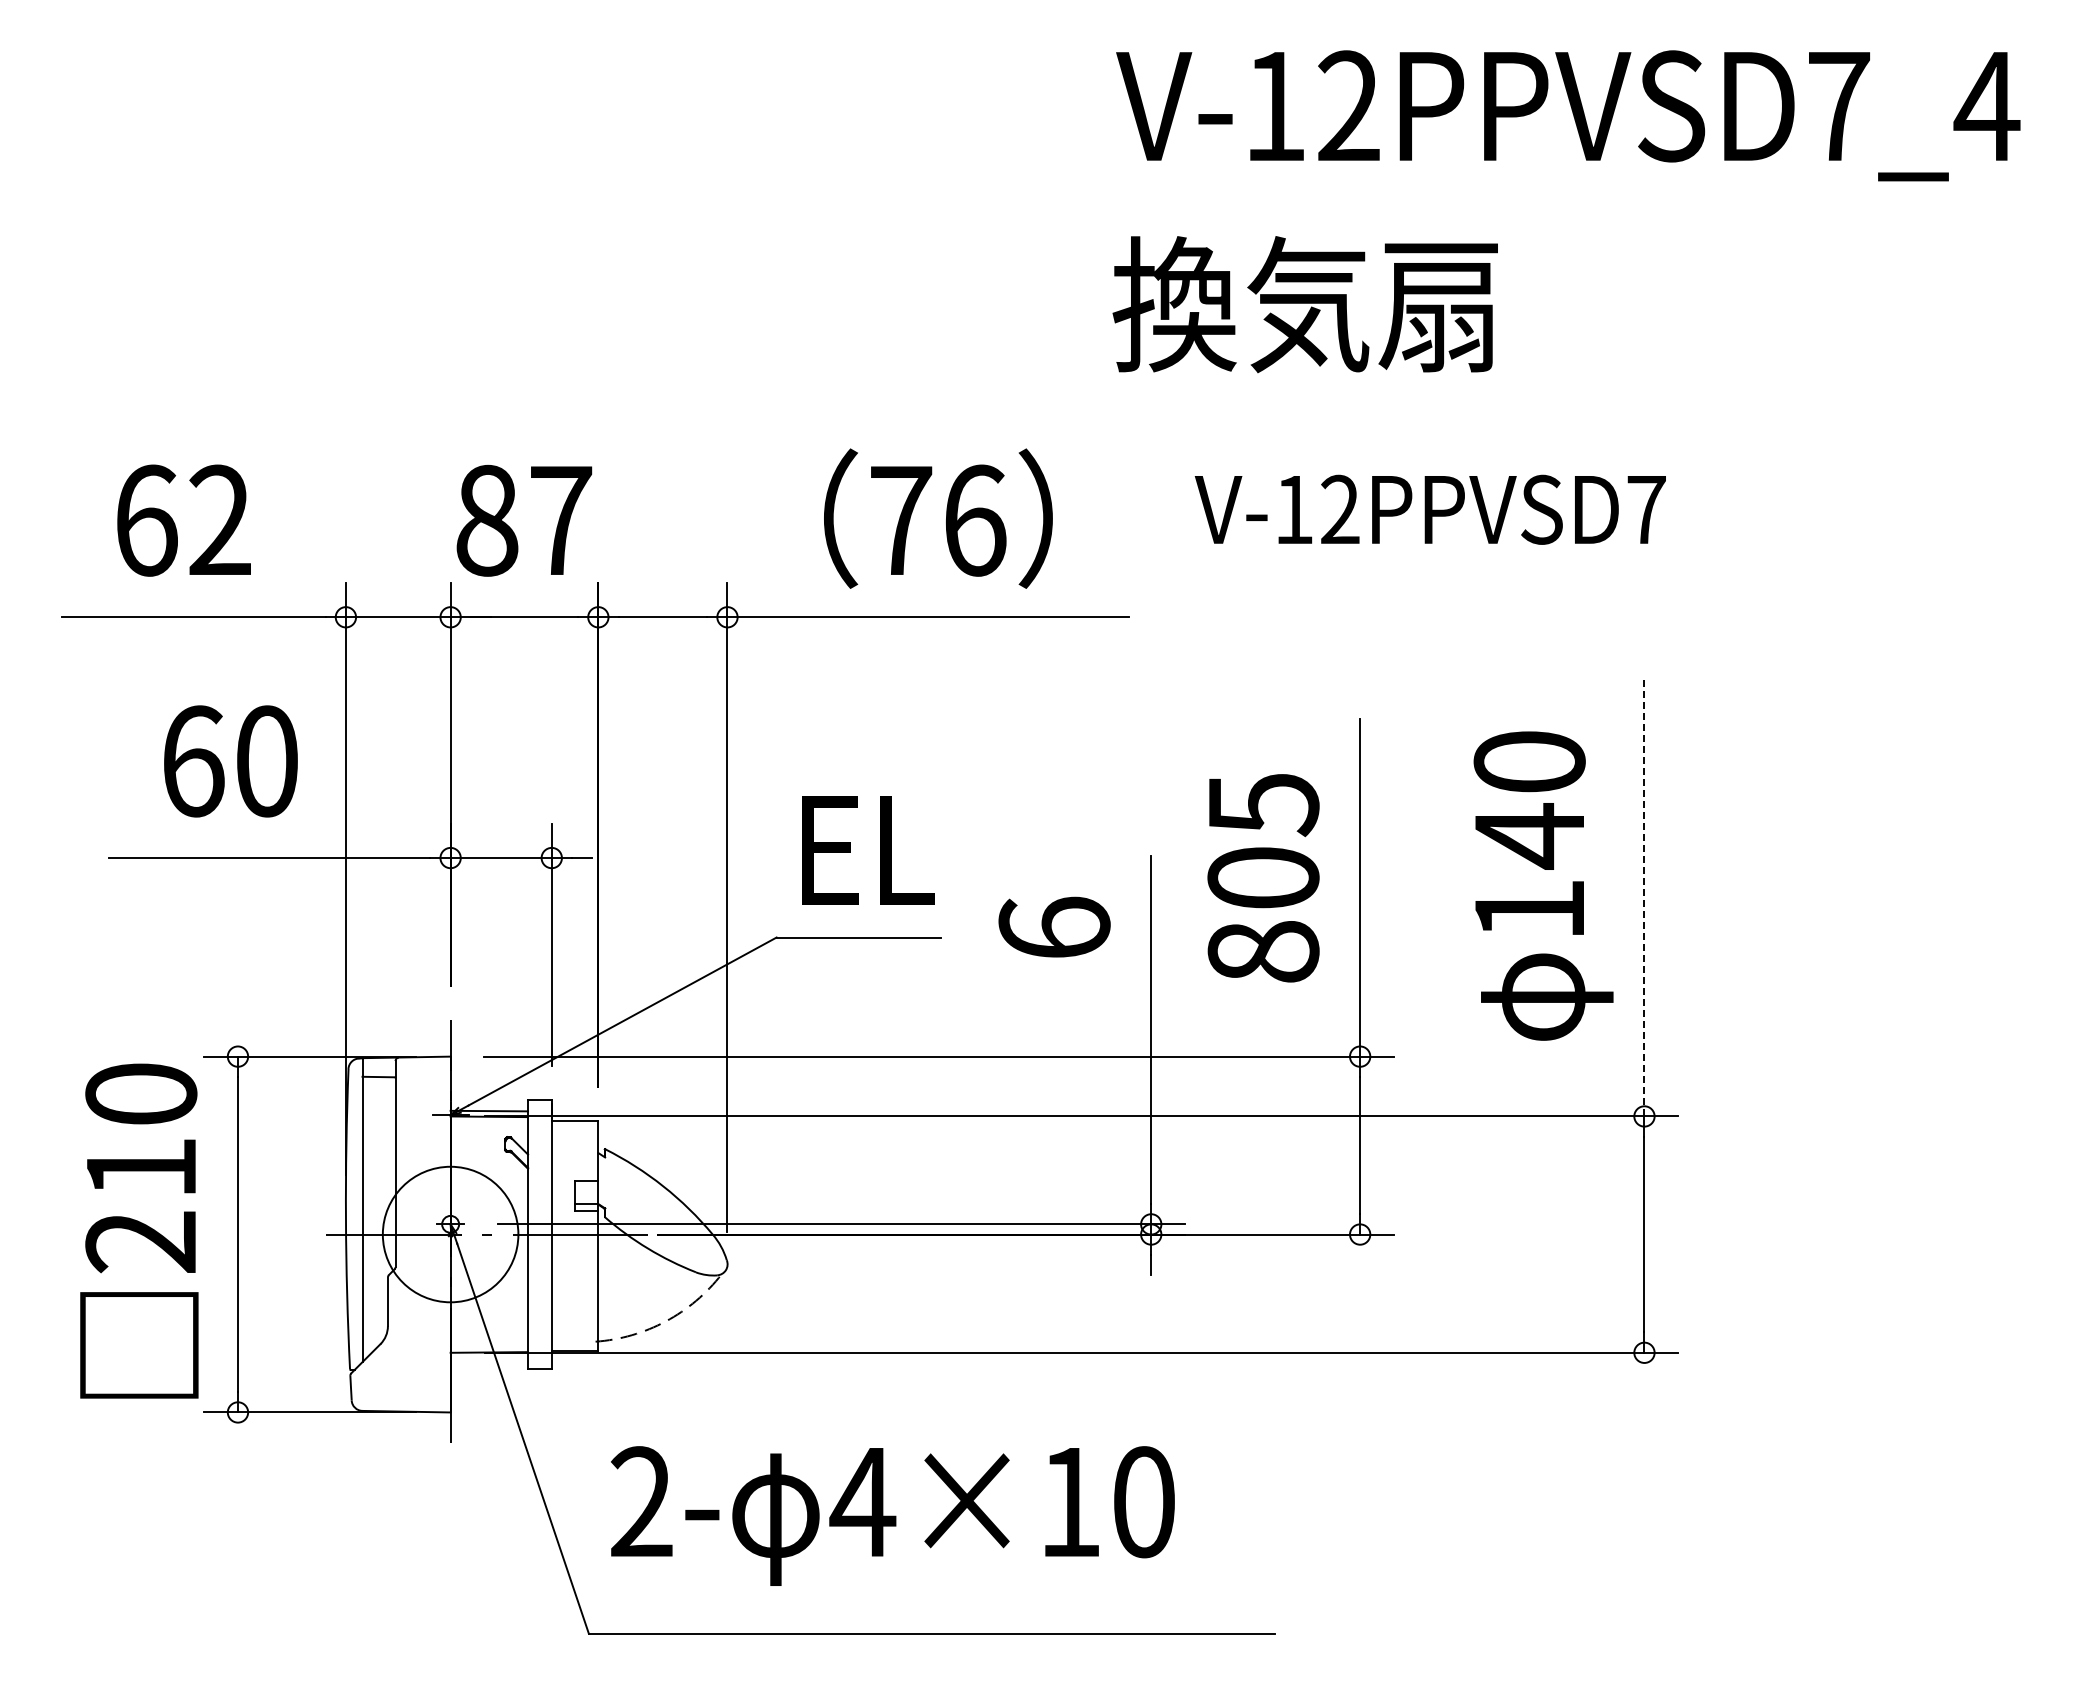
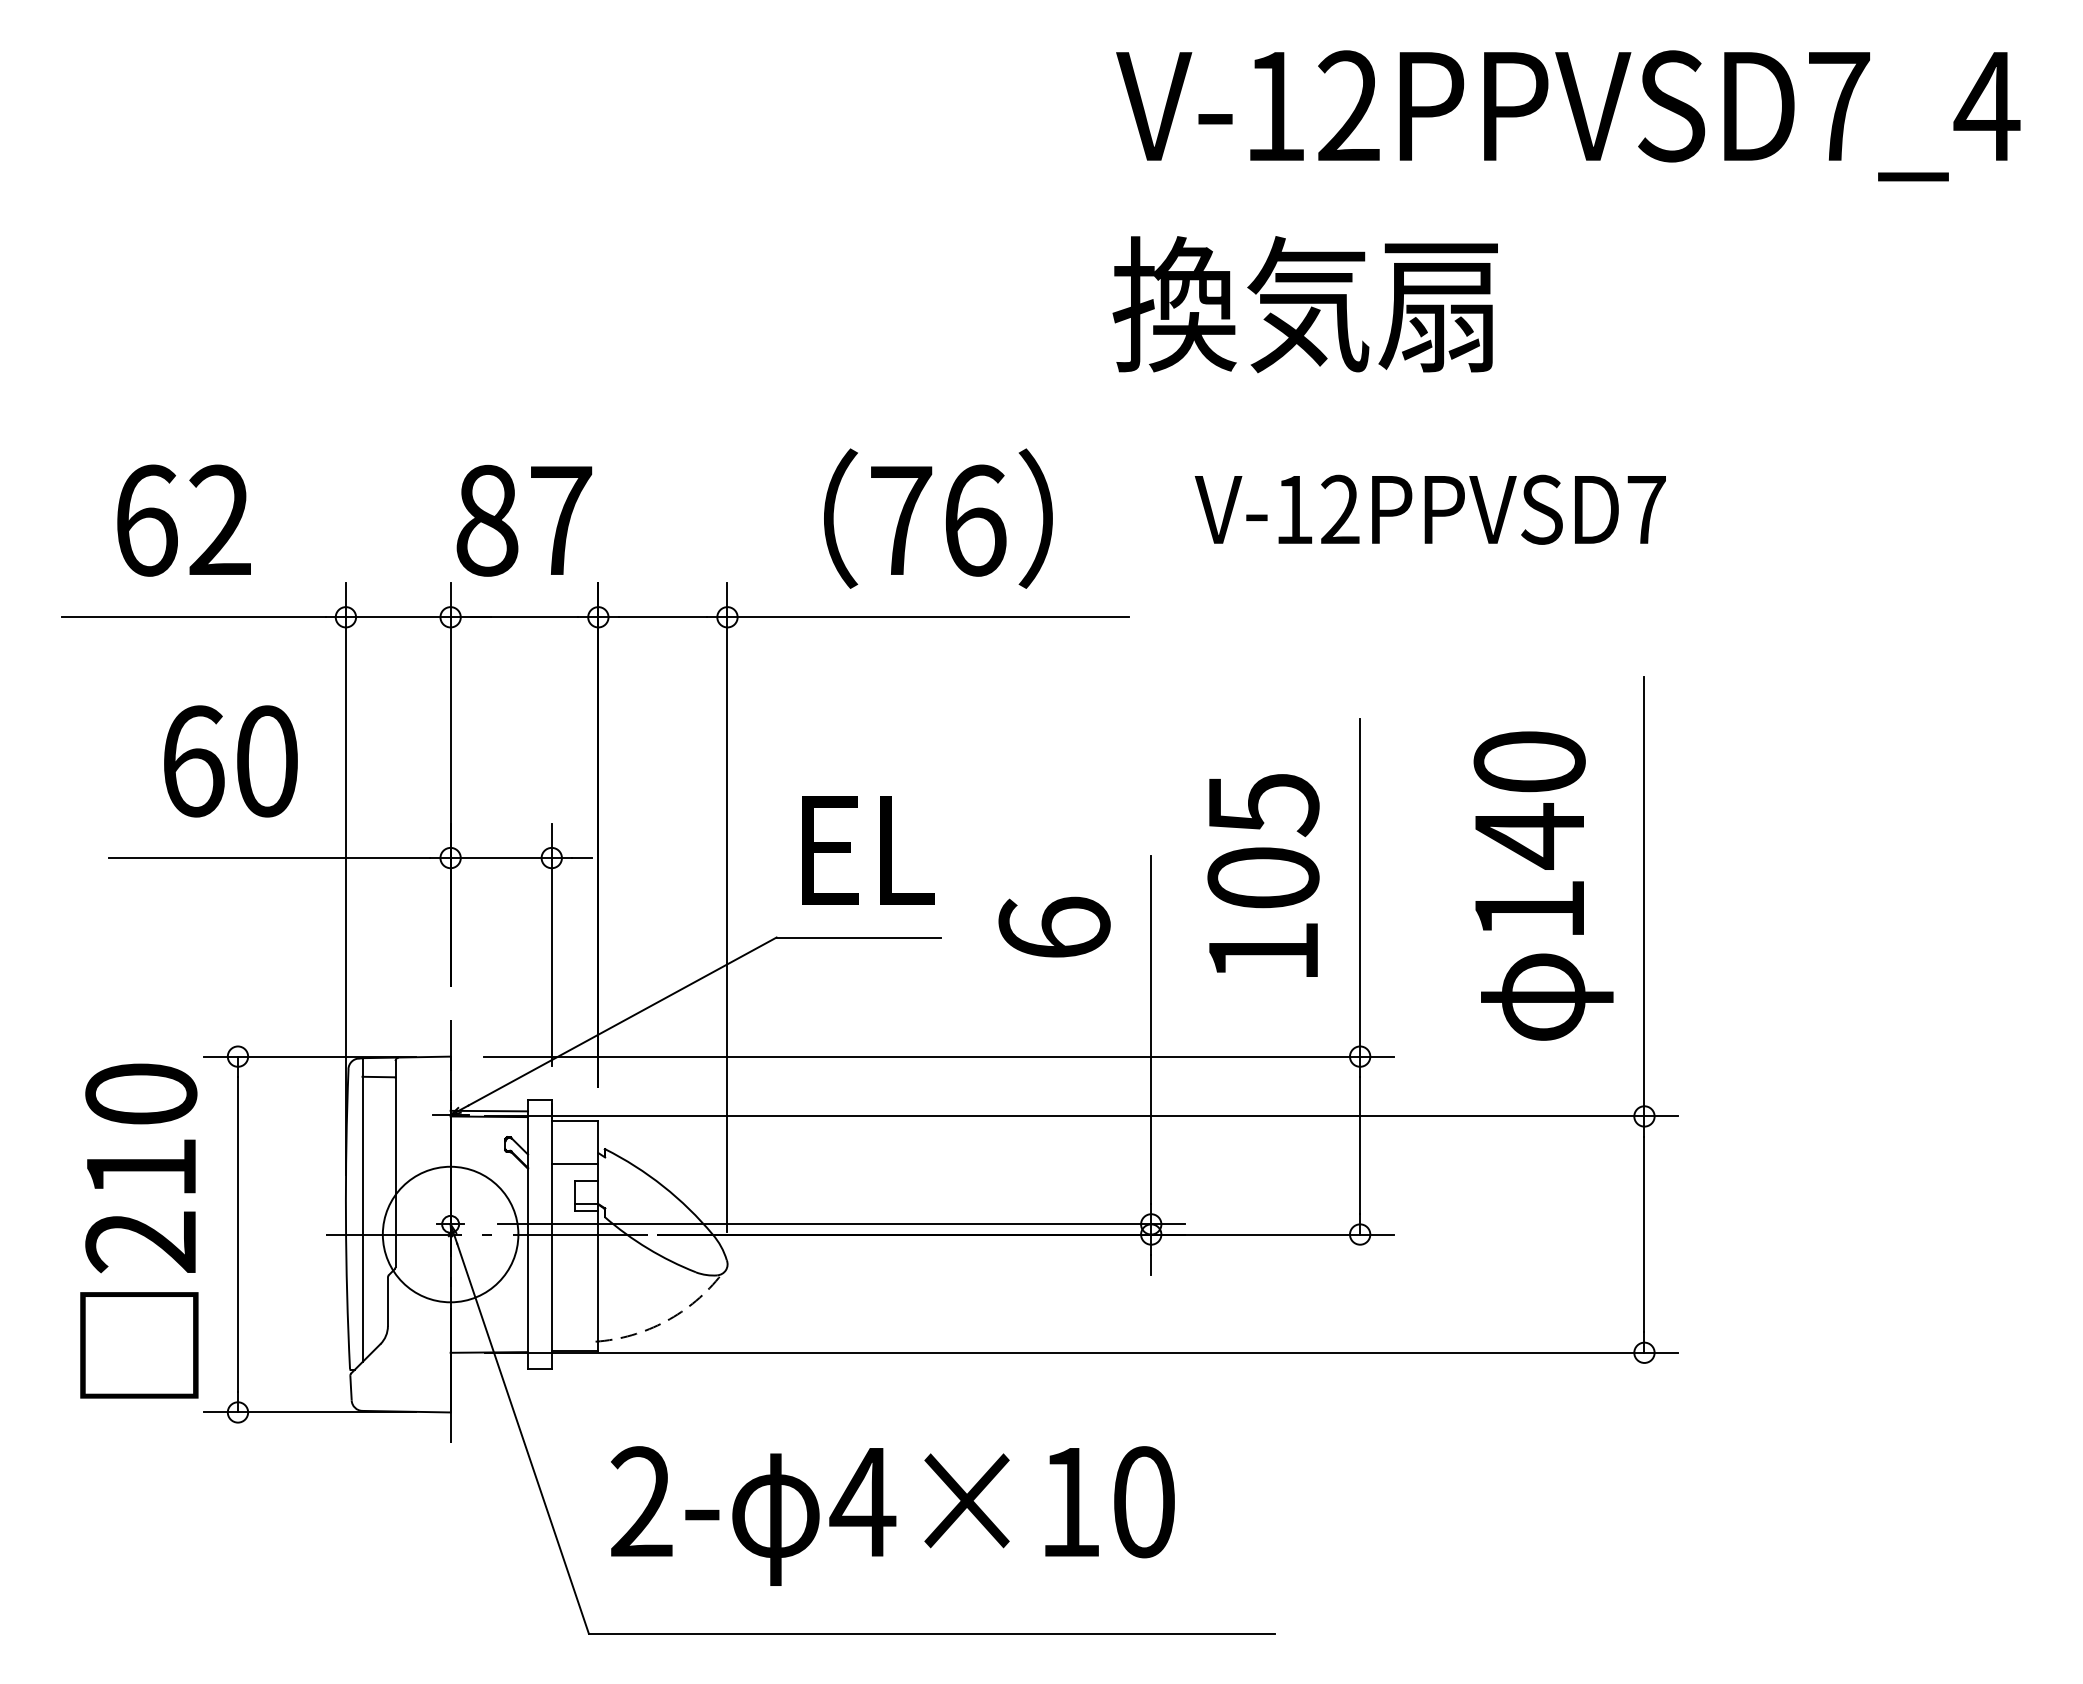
line at (1644, 896): dashed -> solid
text at (1263, 951): 805 -> 105
line at (574, 1163): none -> present
